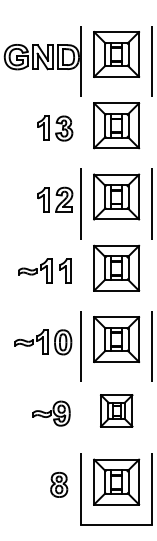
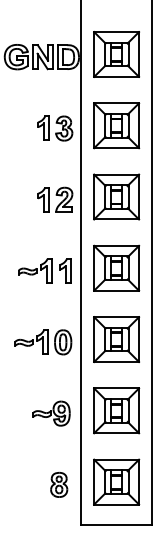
line at (80, 262): dashed -> solid
line at (152, 262): dashed -> solid
part at (116, 410) size: 34x34 px -> 48x48 px
